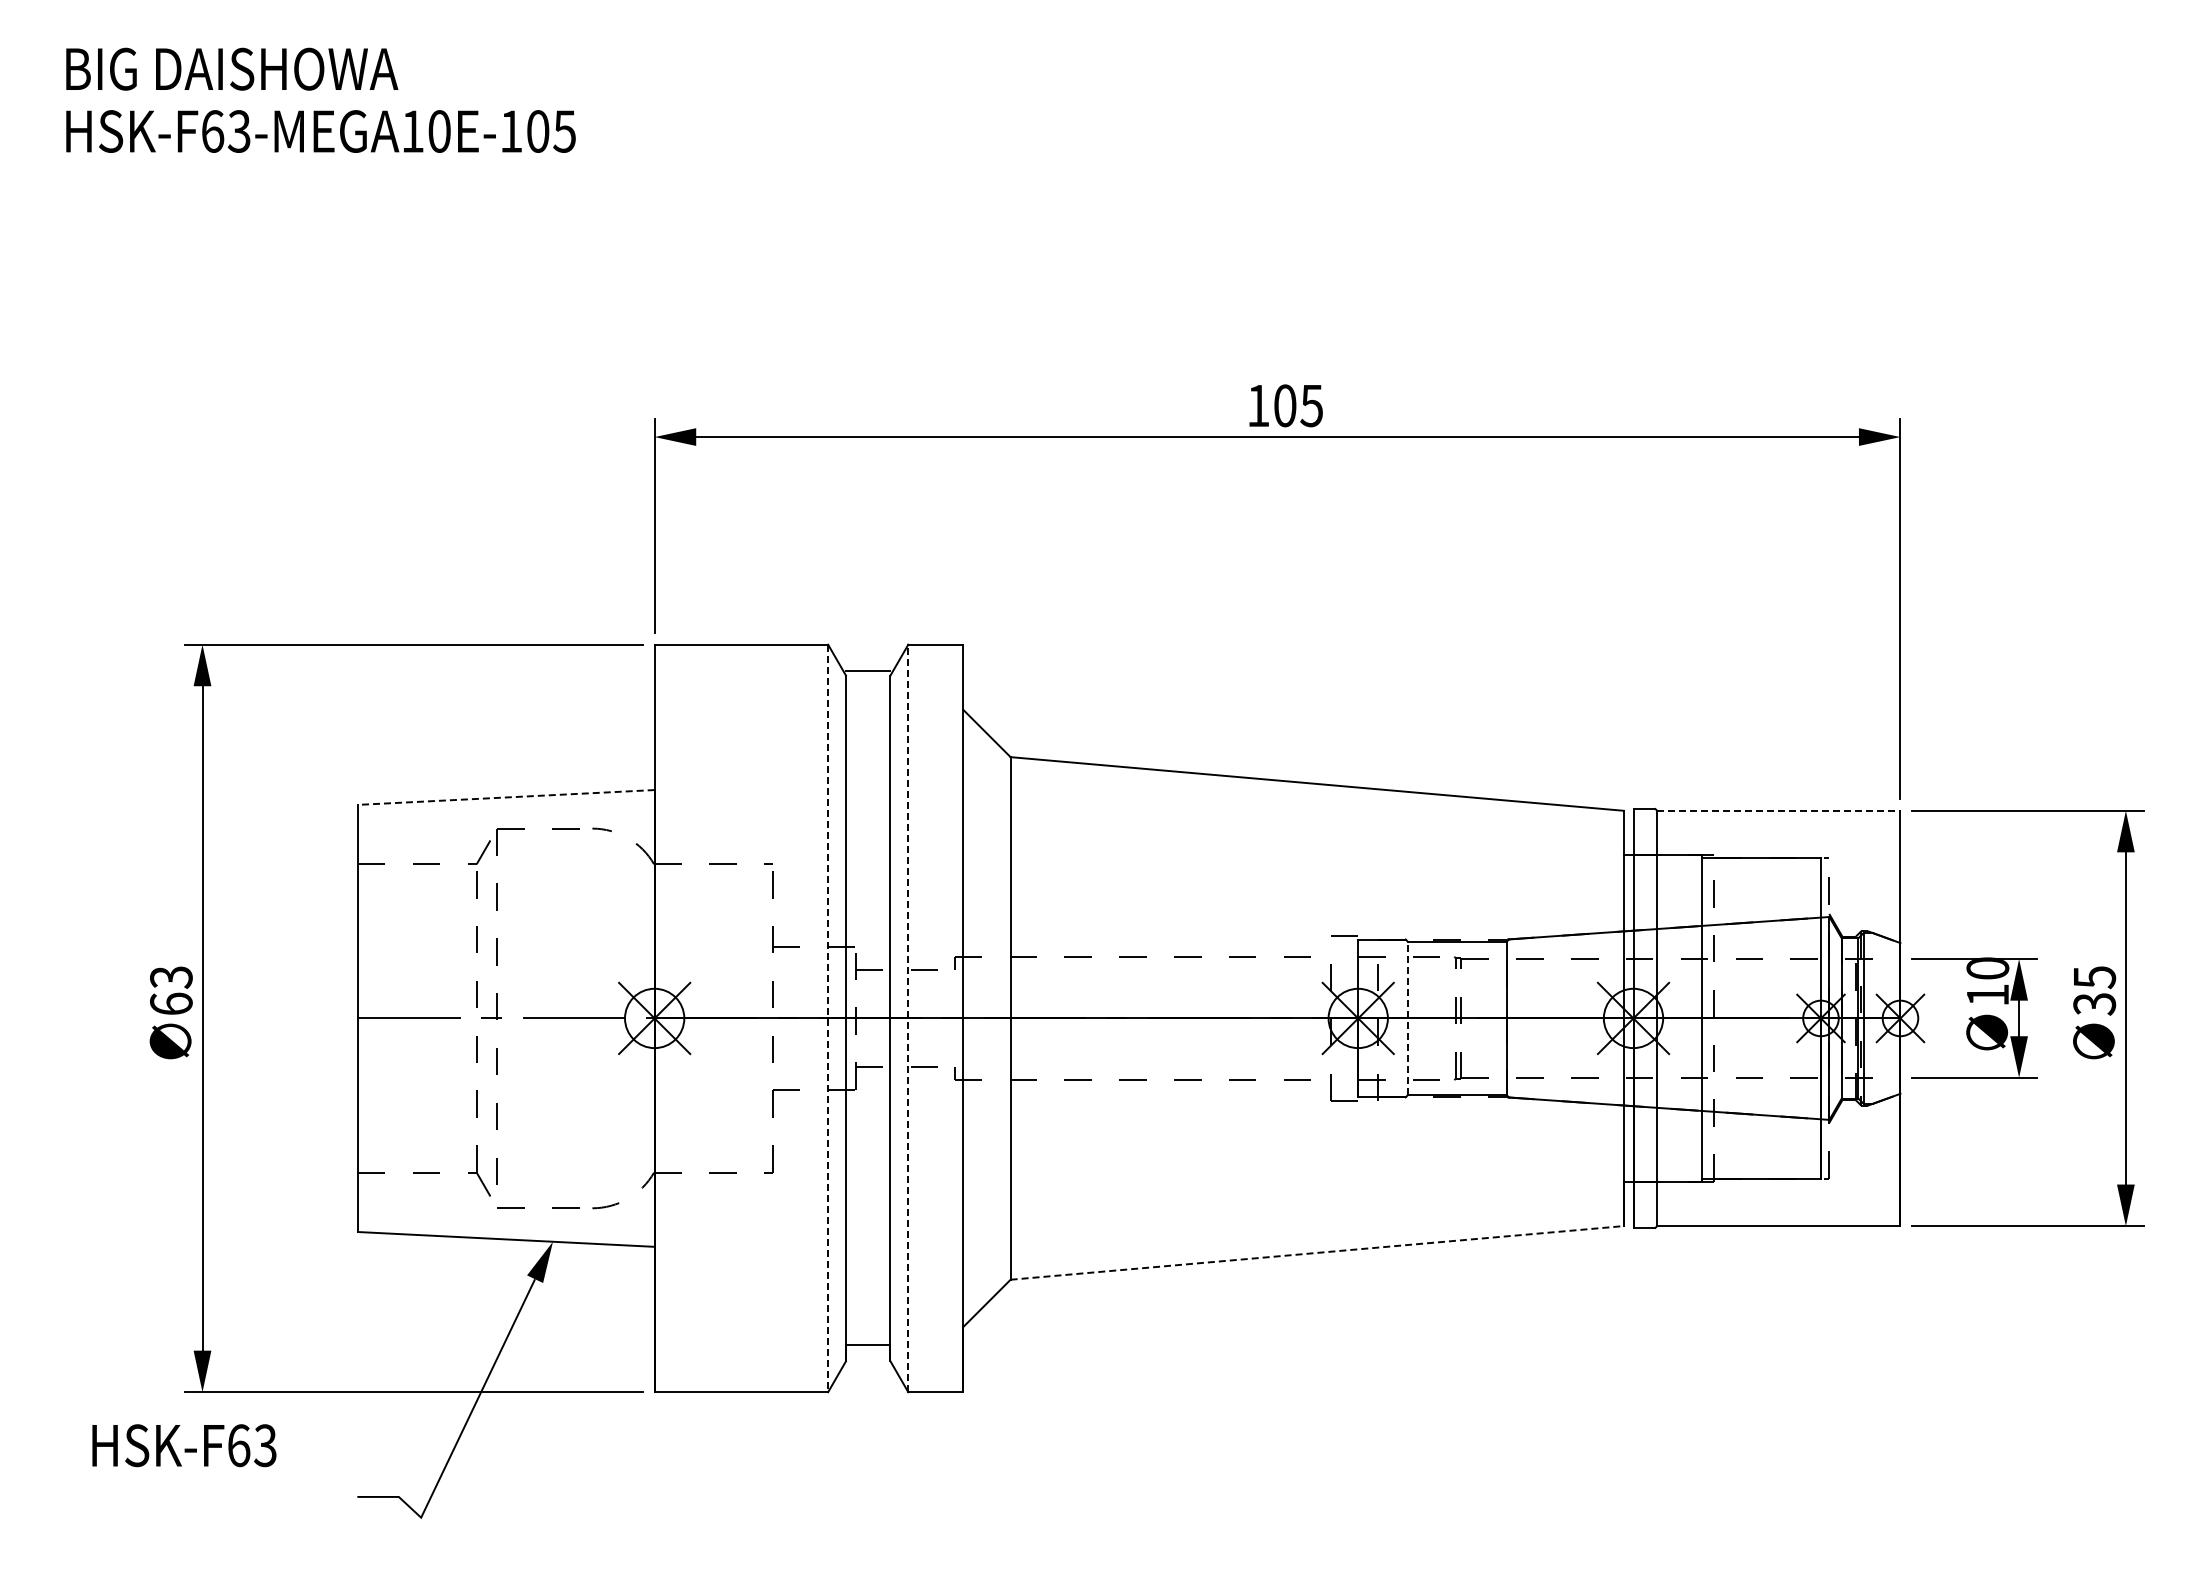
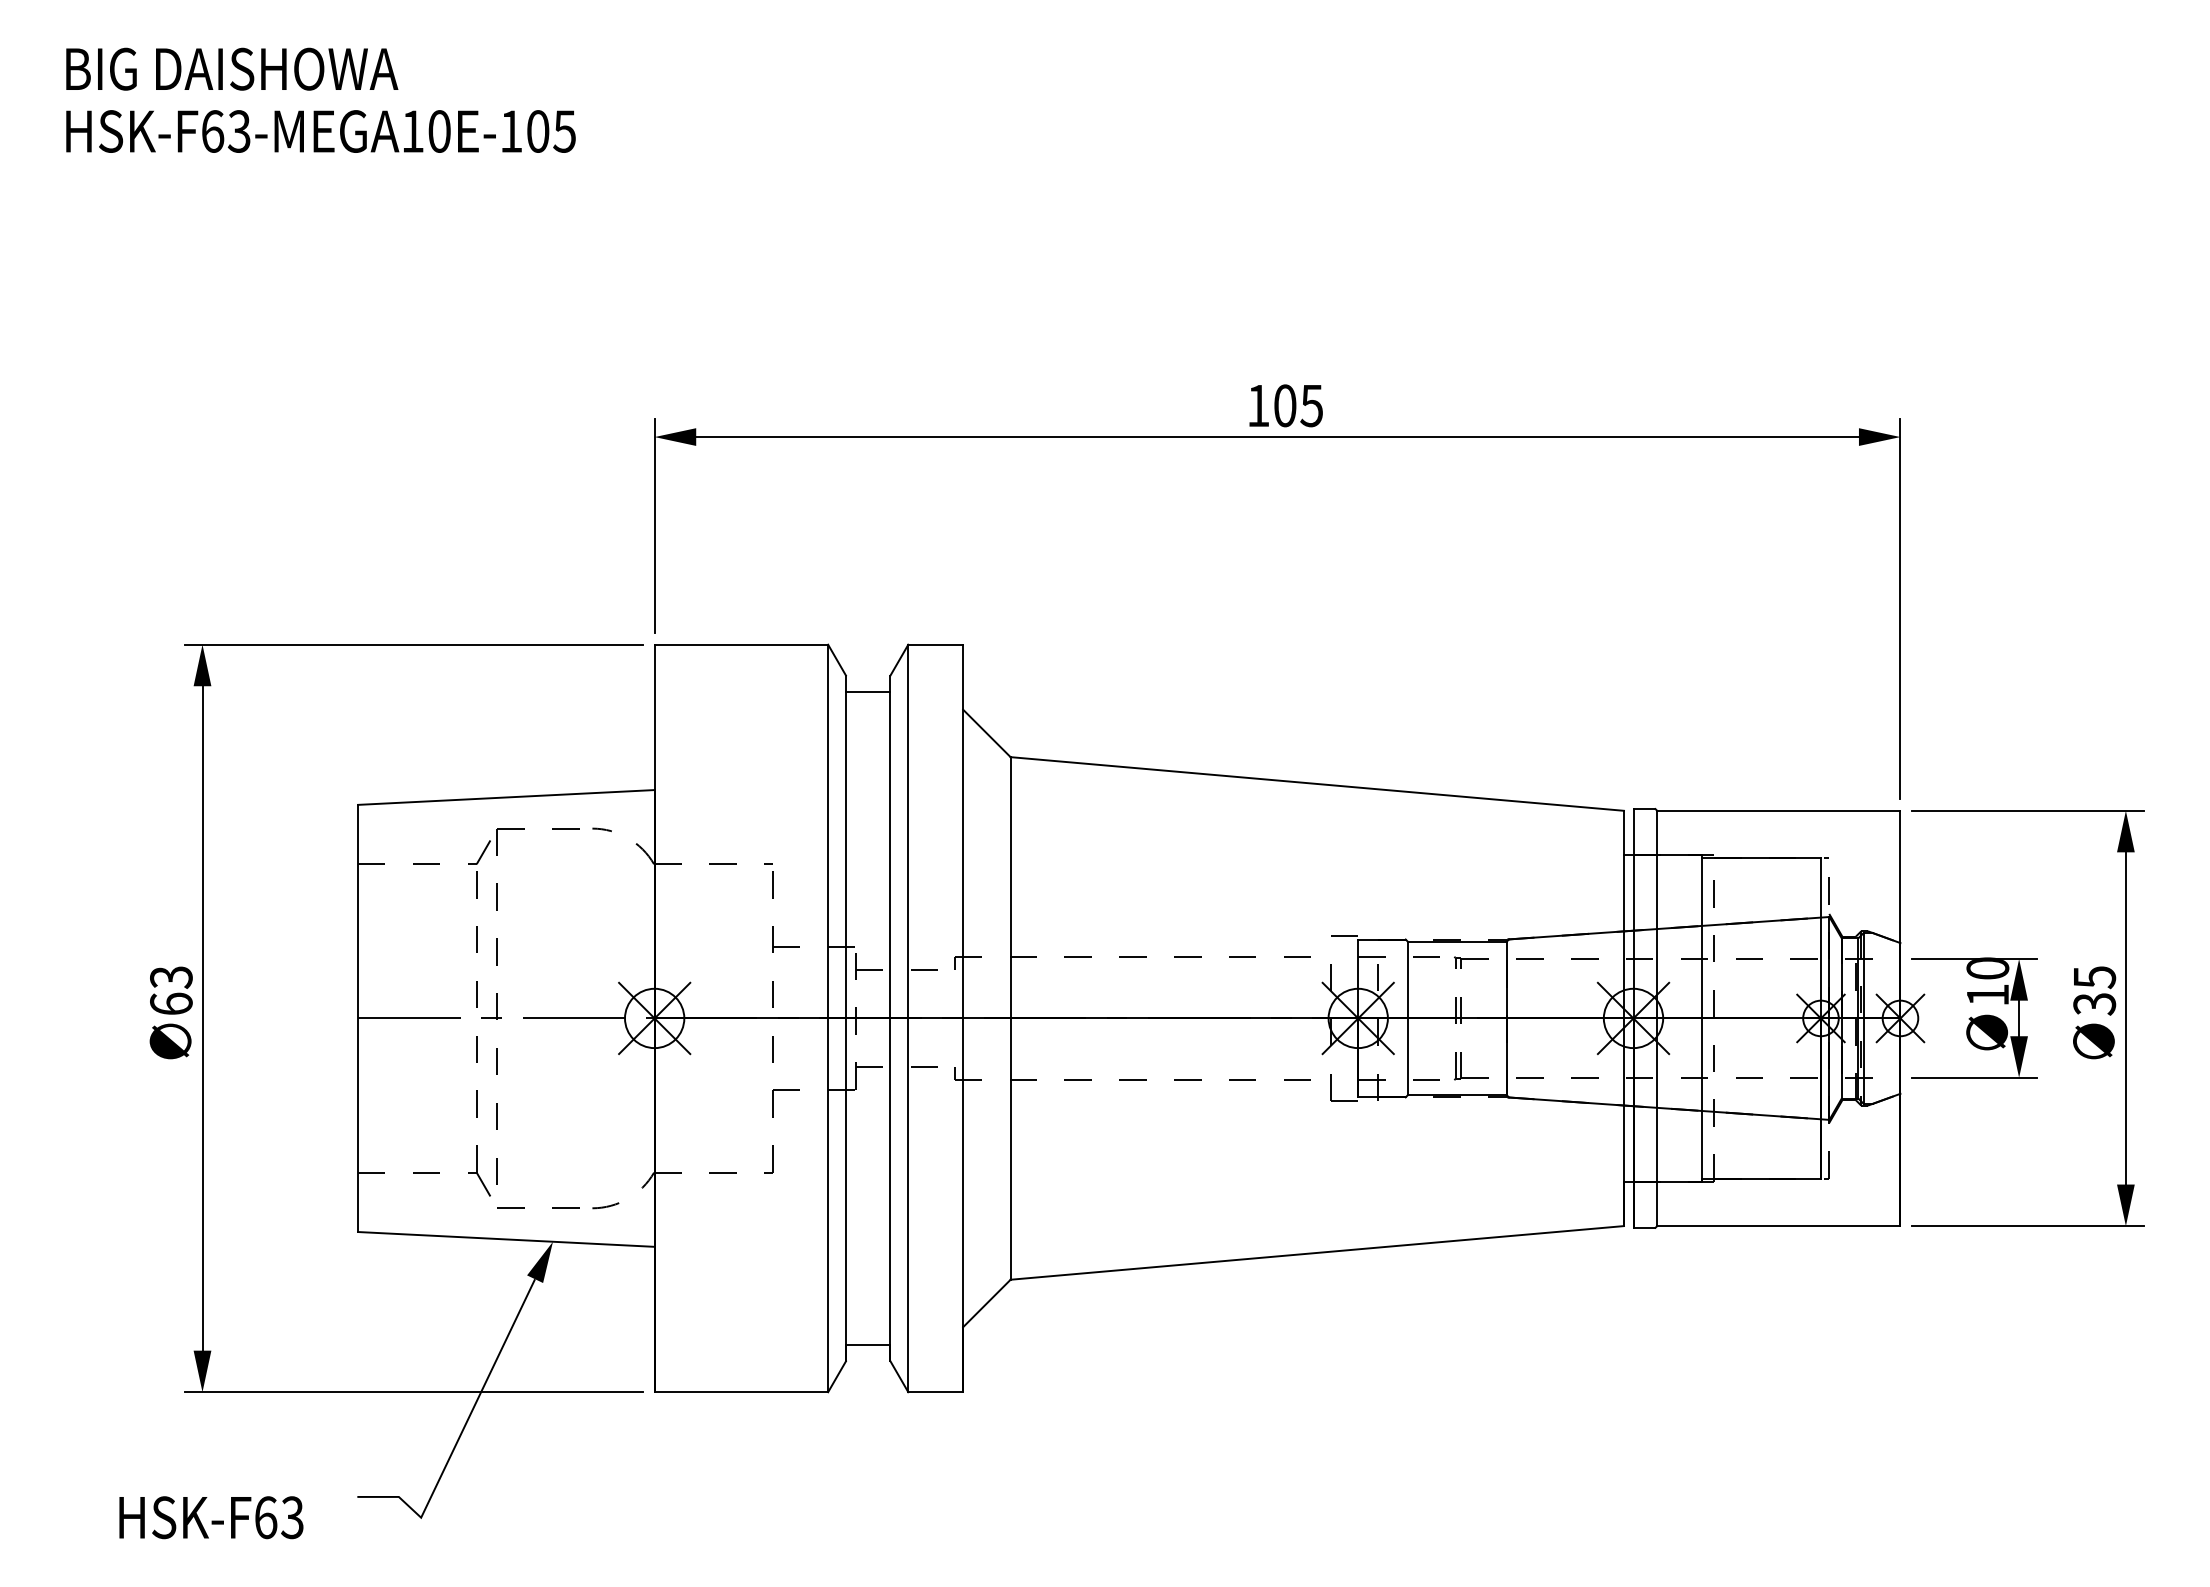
line at (867, 671) position: (867, 671) -> (867, 692)
line at (505, 797): dashed -> solid
line at (1778, 810): dashed -> solid
line at (828, 1018): dashed -> solid
line at (908, 1018): dashed -> solid
line at (1408, 1018): dashed -> solid
line at (1317, 1252): dashed -> solid
text at (184, 1445) position: (184, 1445) -> (211, 1517)
